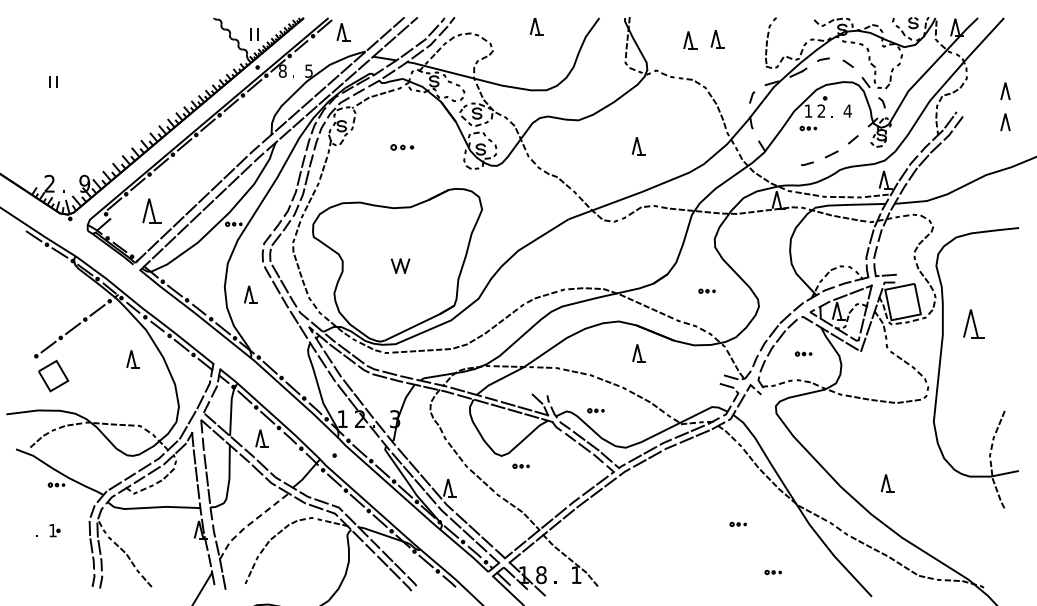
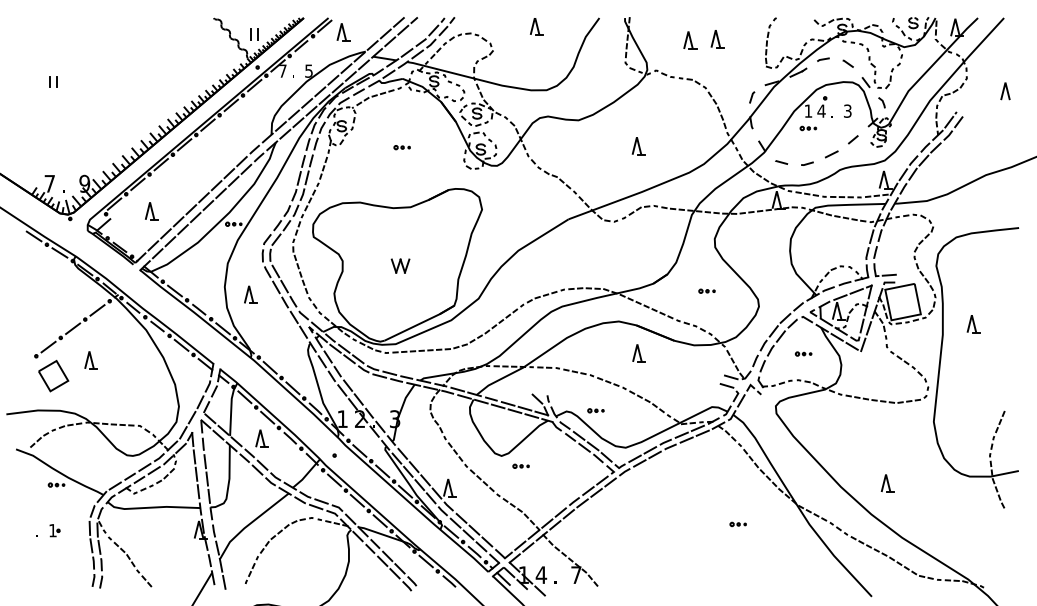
text at (282, 70): 8 -> 7
text at (821, 110): 2 -> 4
text at (847, 110): 4 -> 3
line at (1004, 122): present -> none
part at (402, 147) size: 25x7 px -> 18x6 px
line at (781, 162): none -> present
text at (49, 183): 2 -> 7
part at (151, 210) size: 20x26 px -> 14x19 px
part at (973, 323) size: 22x30 px -> 15x19 px
part at (132, 359) position: (132, 359) -> (90, 360)
line at (250, 523): dashed -> solid
part at (772, 572): present -> none
text at (576, 574): 1 -> 7
text at (541, 575): 8 -> 4
